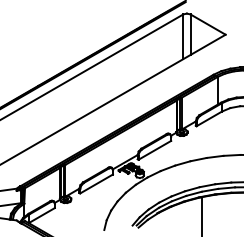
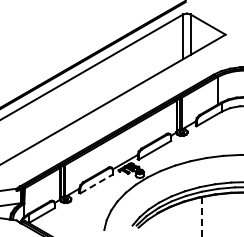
line at (96, 183): solid -> dashed
line at (201, 217): solid -> dashed
